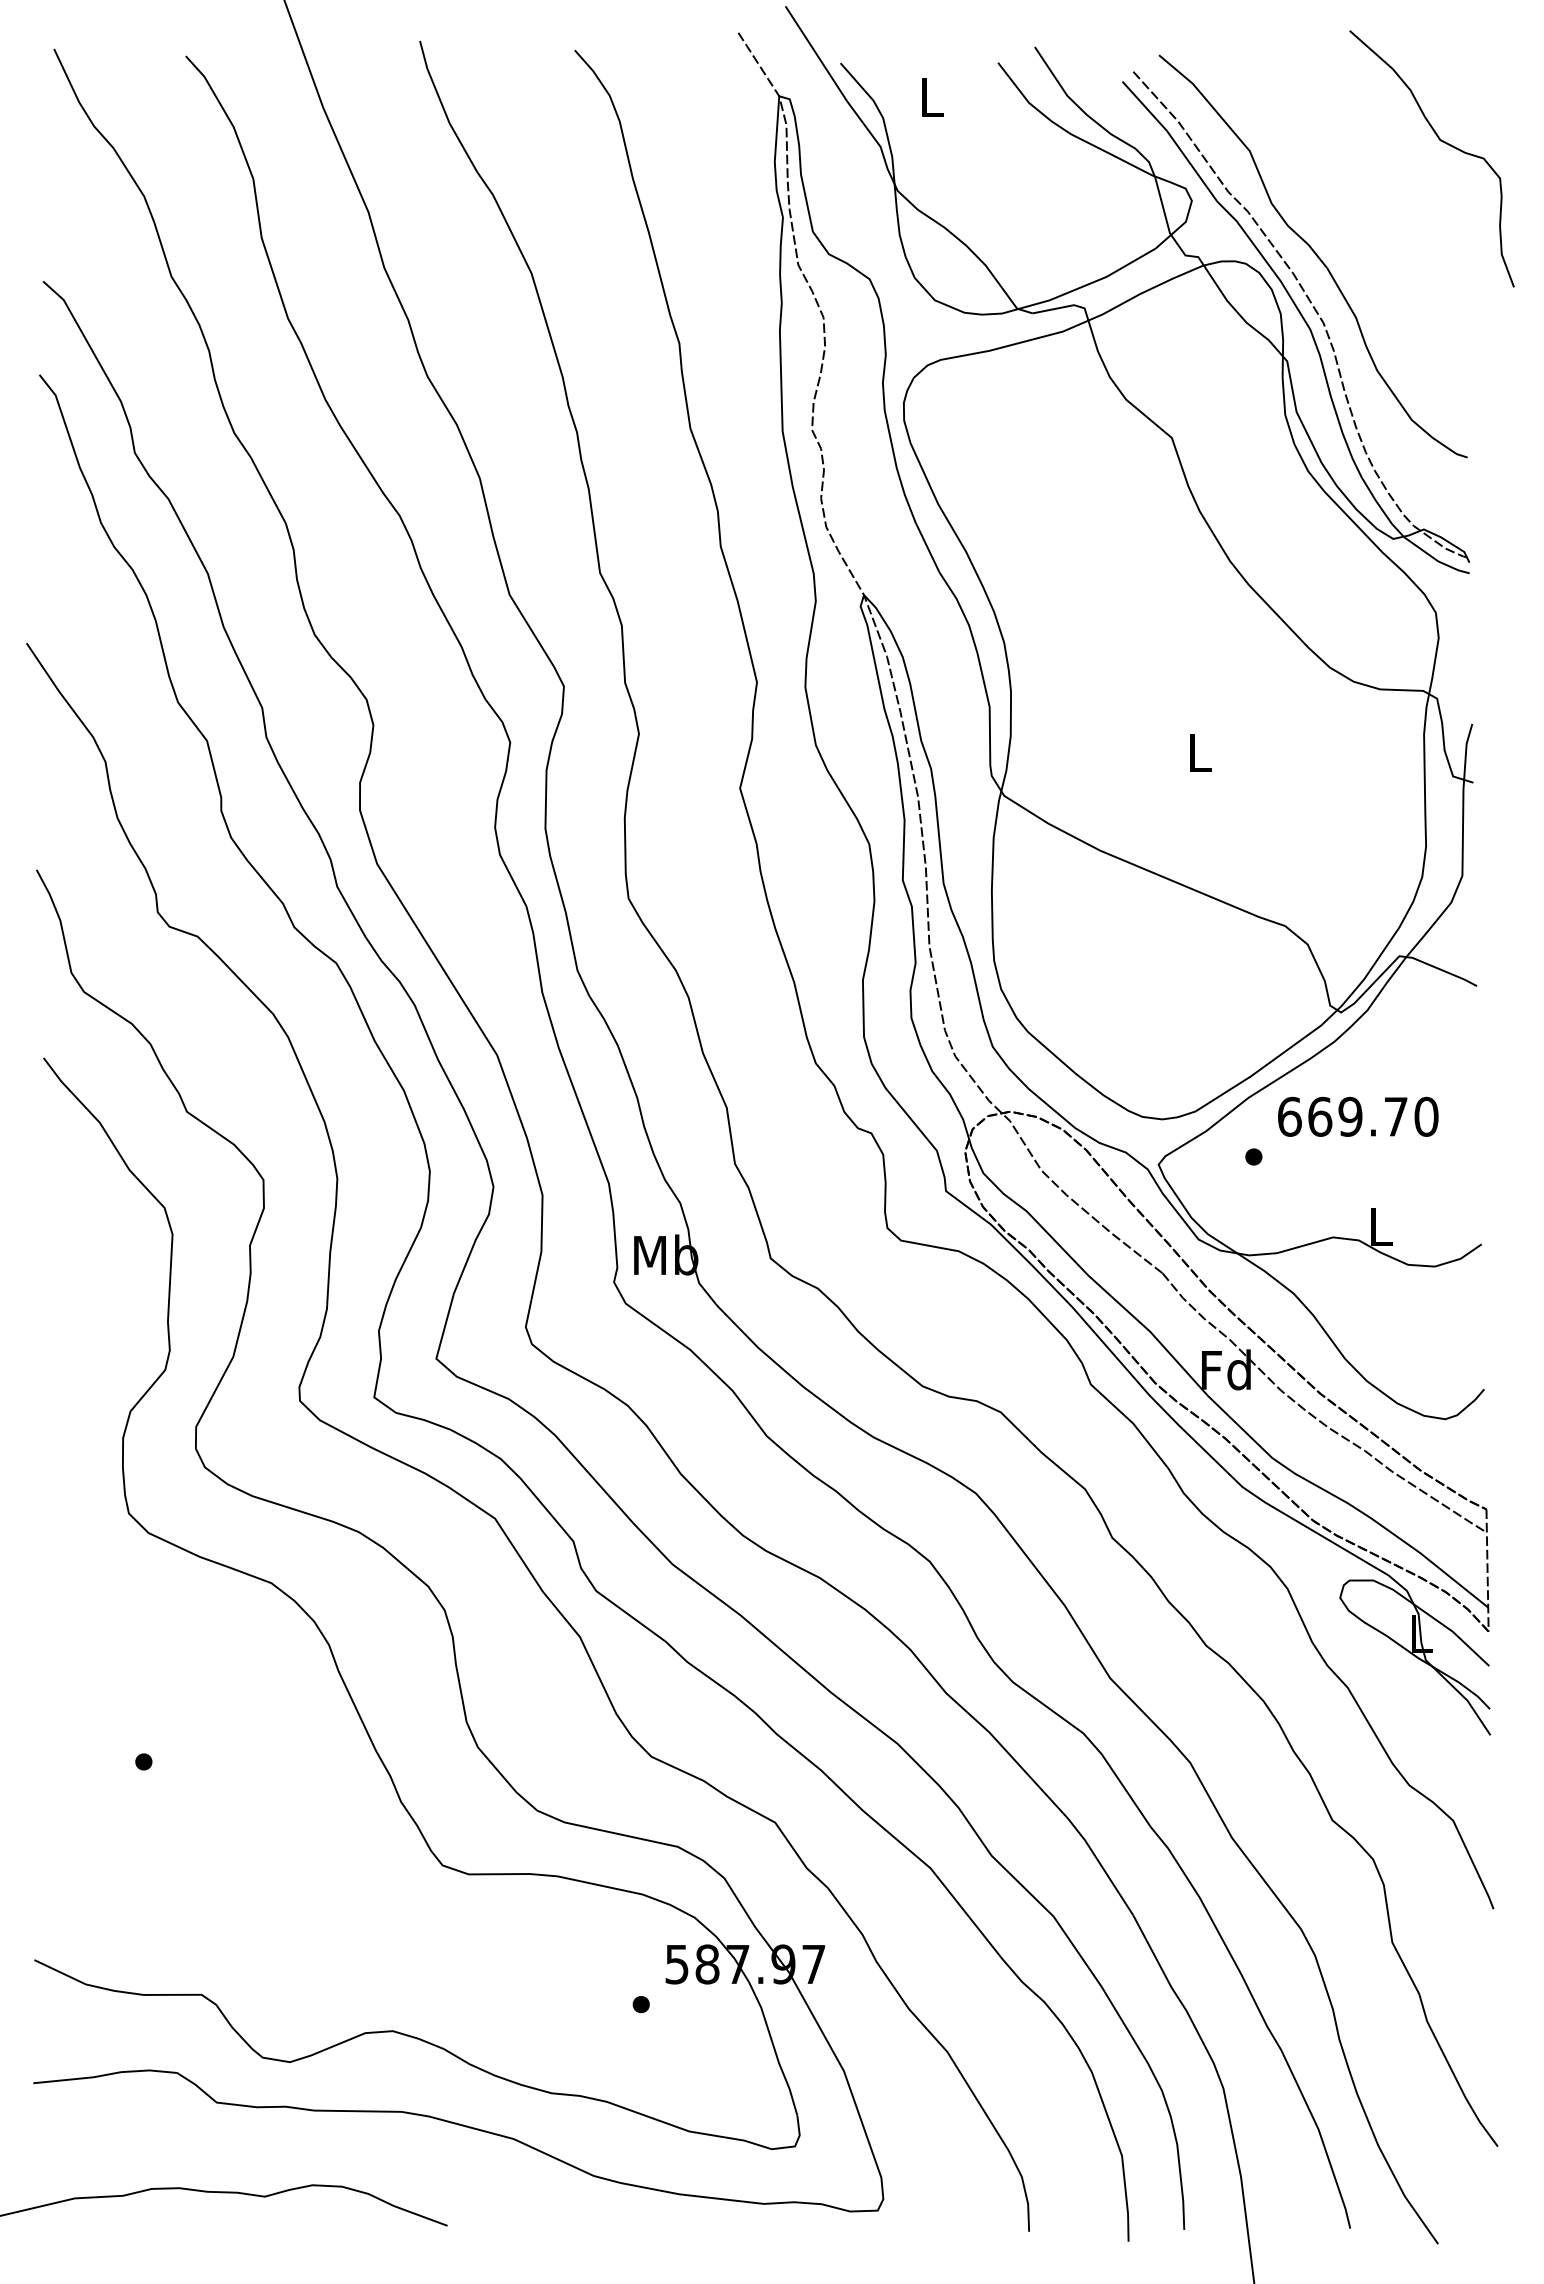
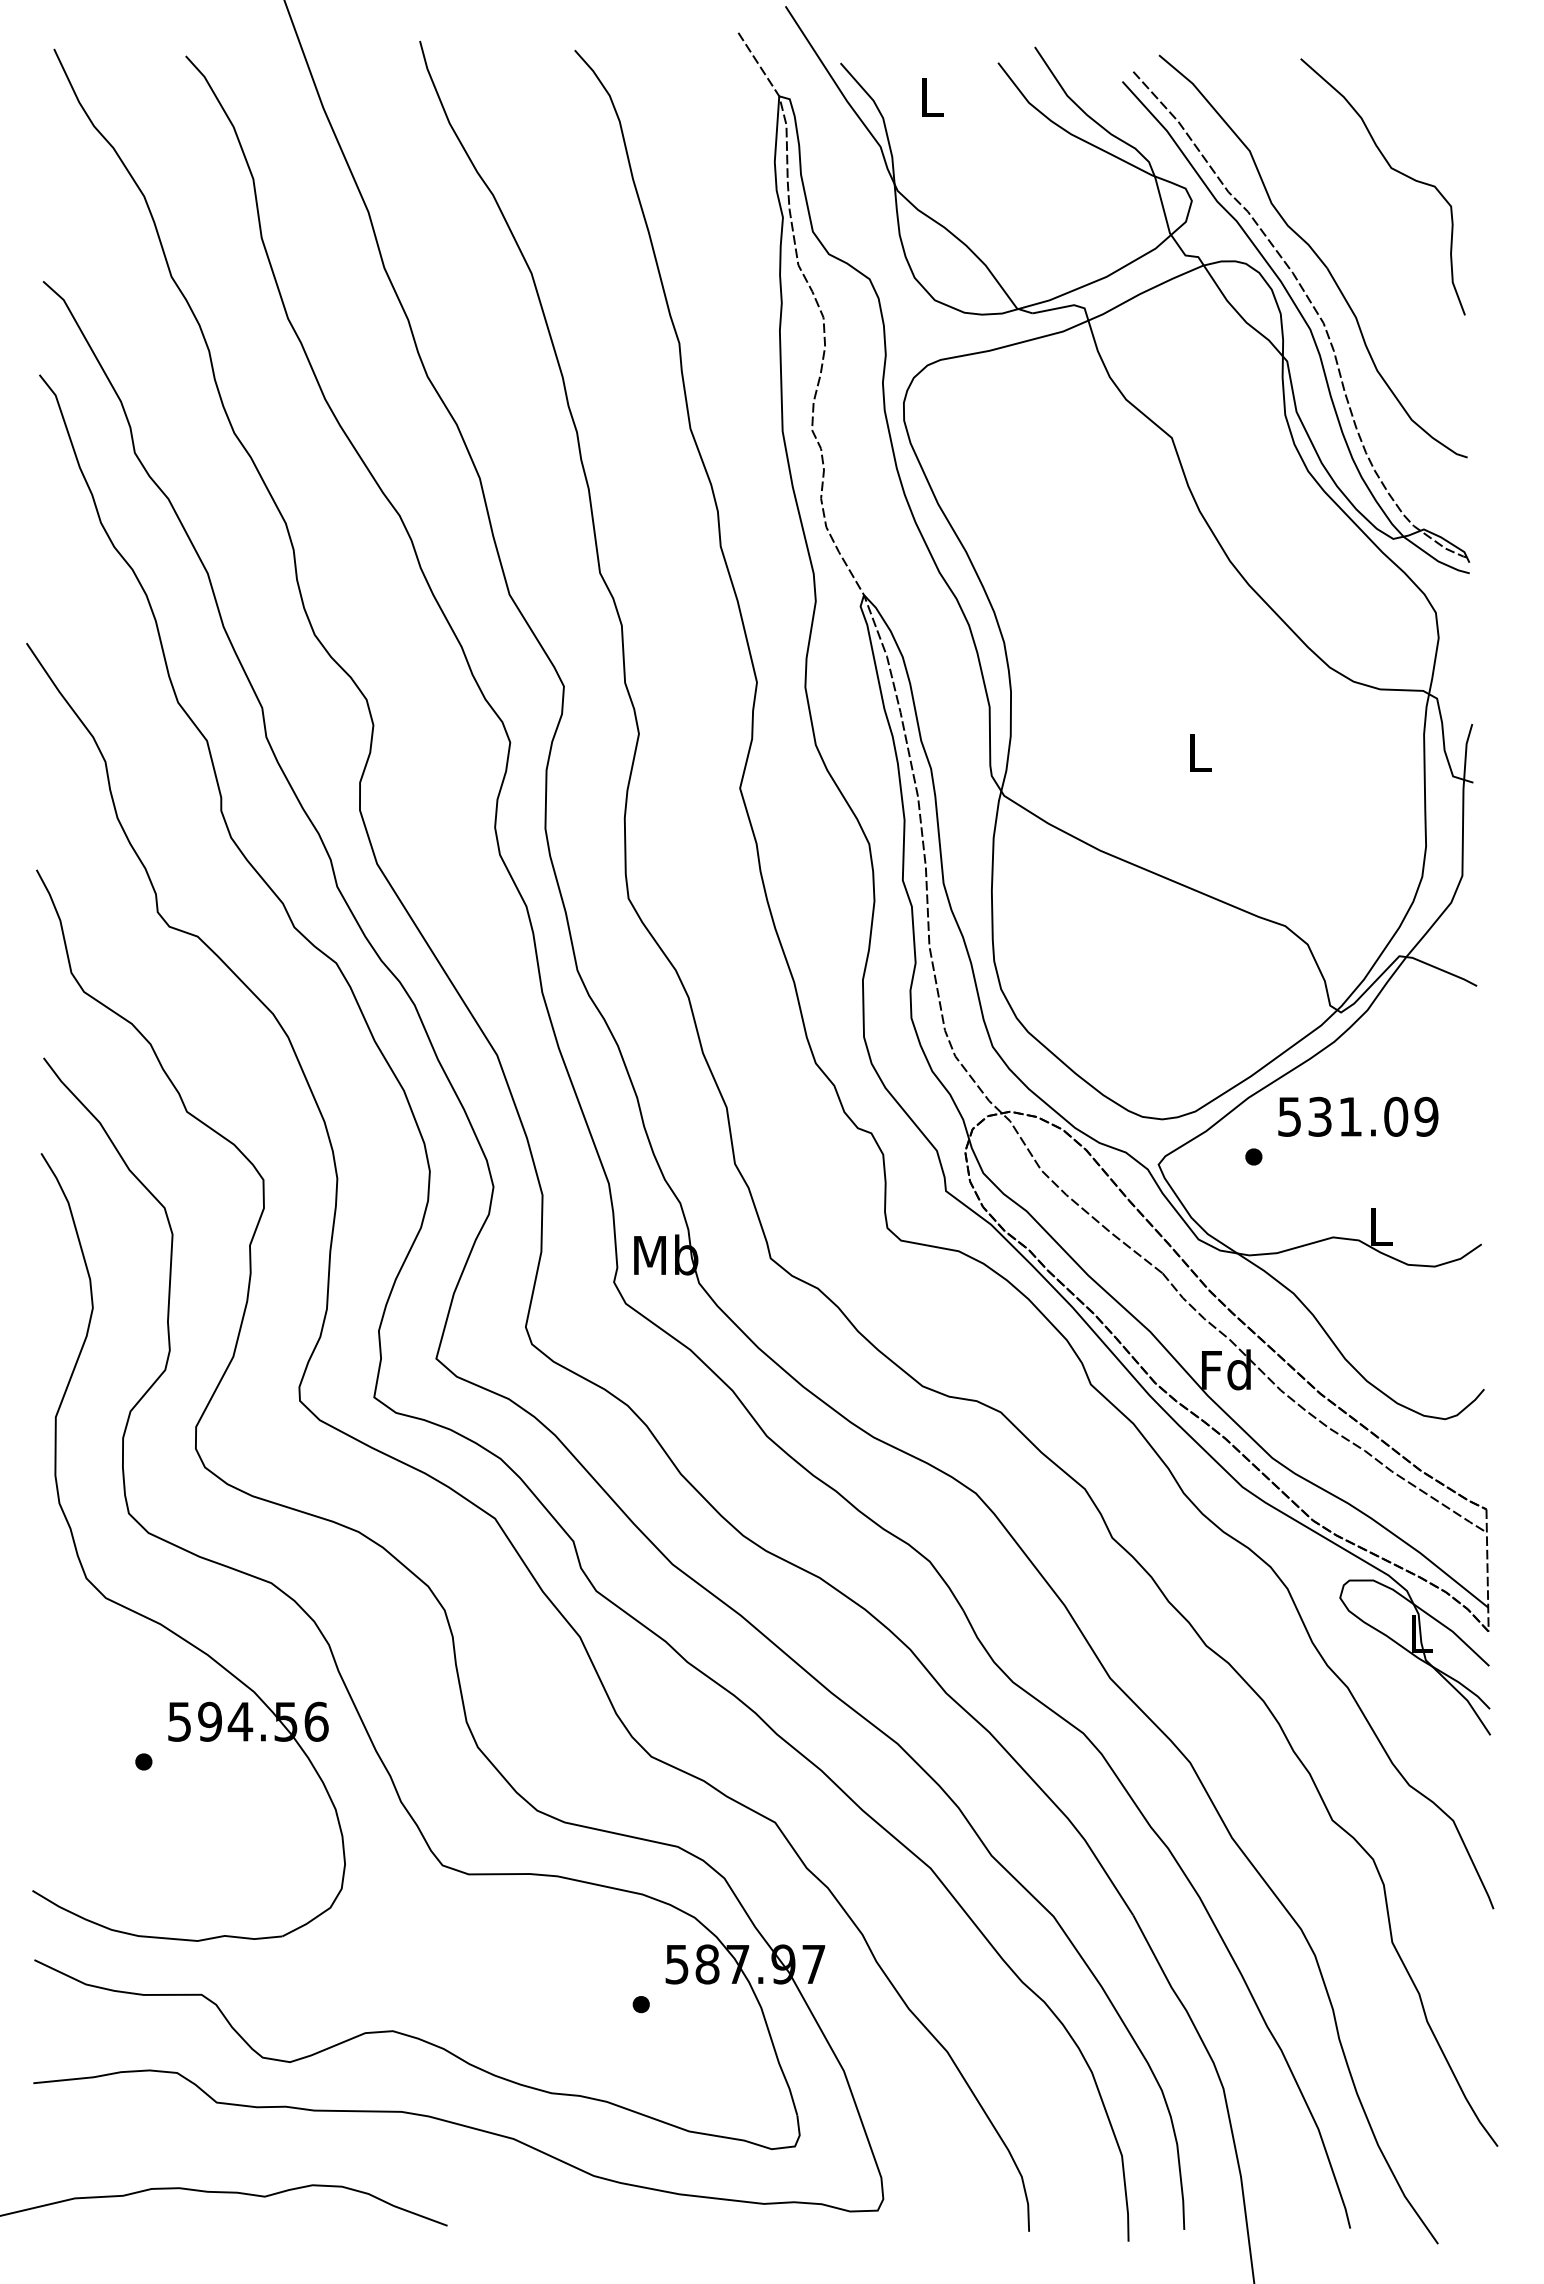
curve at (1440, 141) position: (1440, 141) -> (1391, 169)
text at (1358, 1116): 669.70 -> 531.09
part at (153, 1619): none -> present
